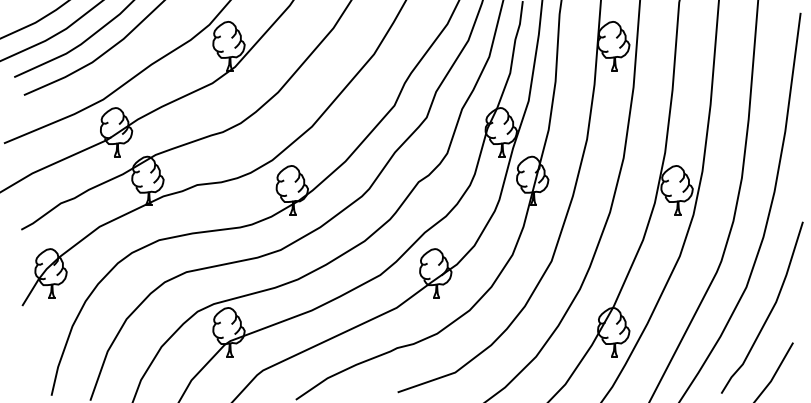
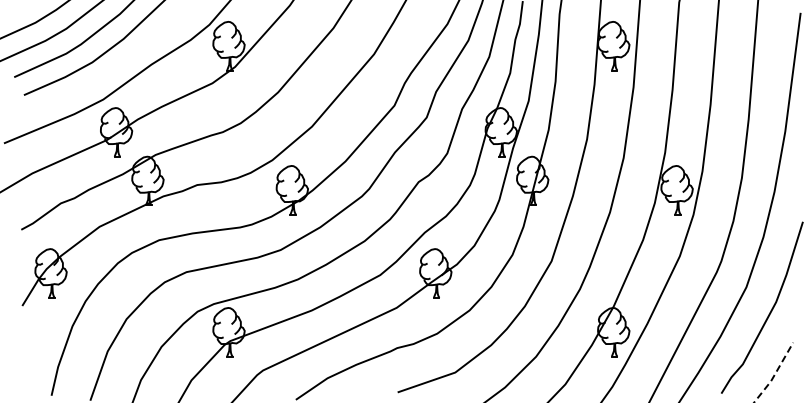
line at (775, 373): solid -> dashed
